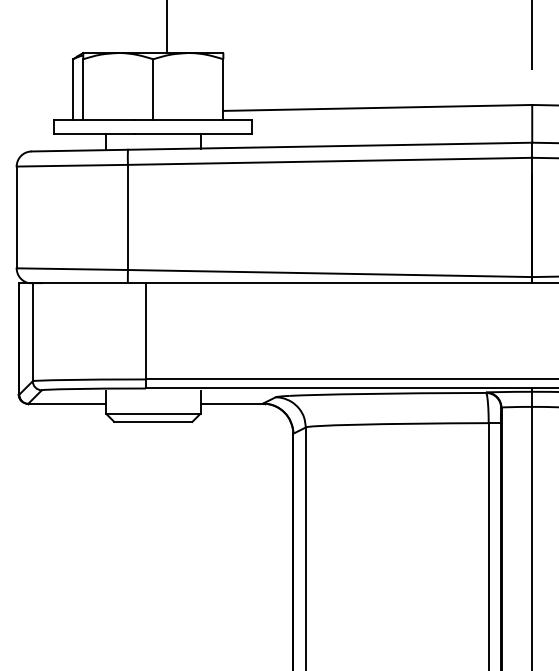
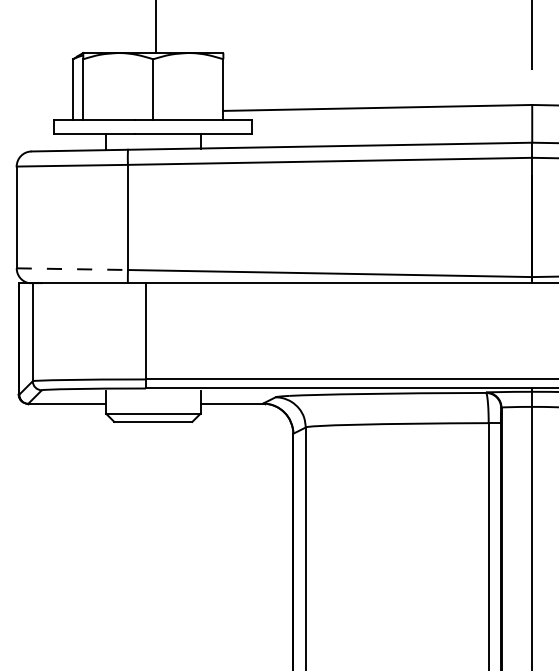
line at (166, 27) position: (166, 27) -> (155, 27)
line at (72, 269): solid -> dashed
